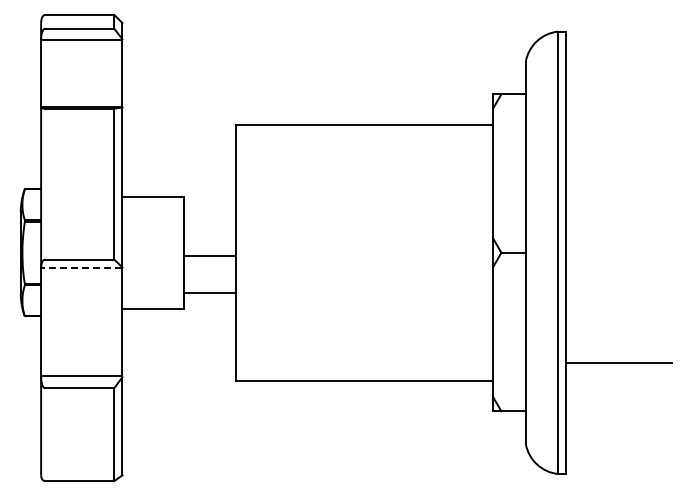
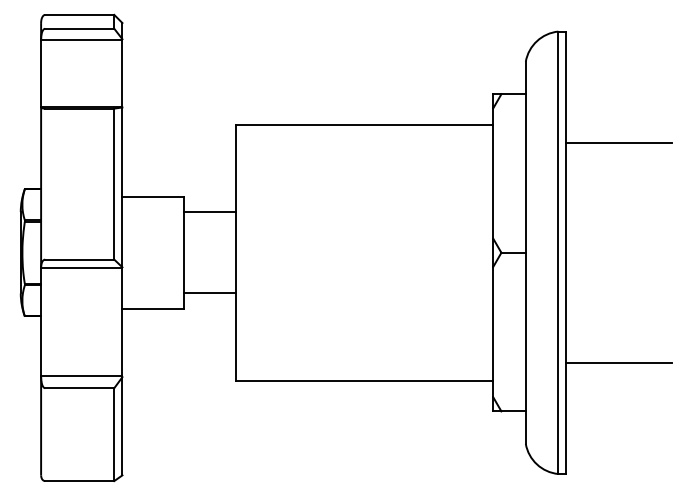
line at (619, 143): none -> present
line at (210, 256) position: (210, 256) -> (210, 212)
line at (81, 267): dashed -> solid
